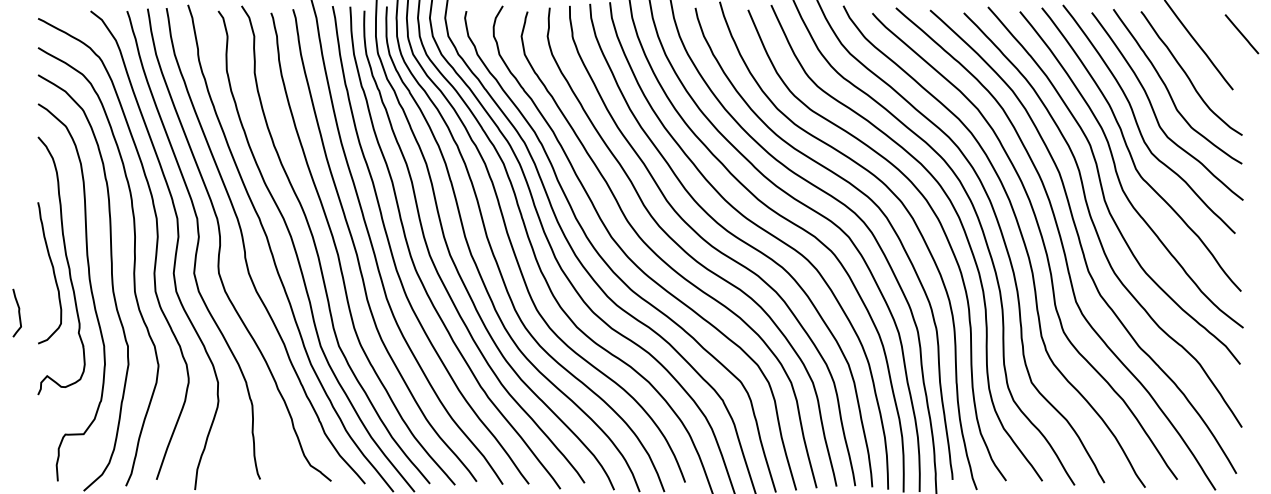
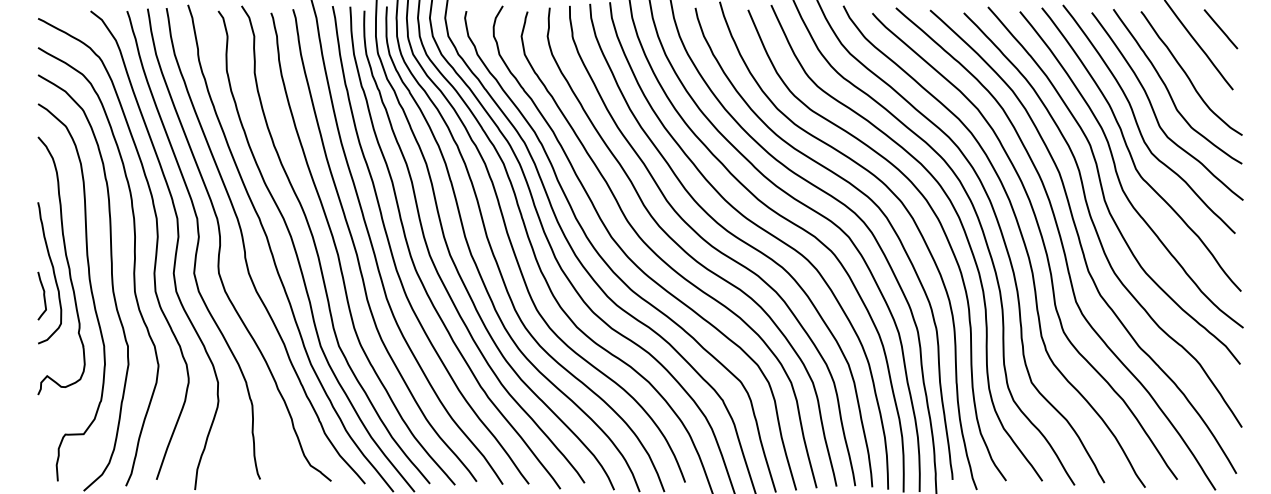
line at (1241, 34) position: (1241, 34) -> (1220, 29)
curve at (18, 312) position: (18, 312) -> (43, 295)
